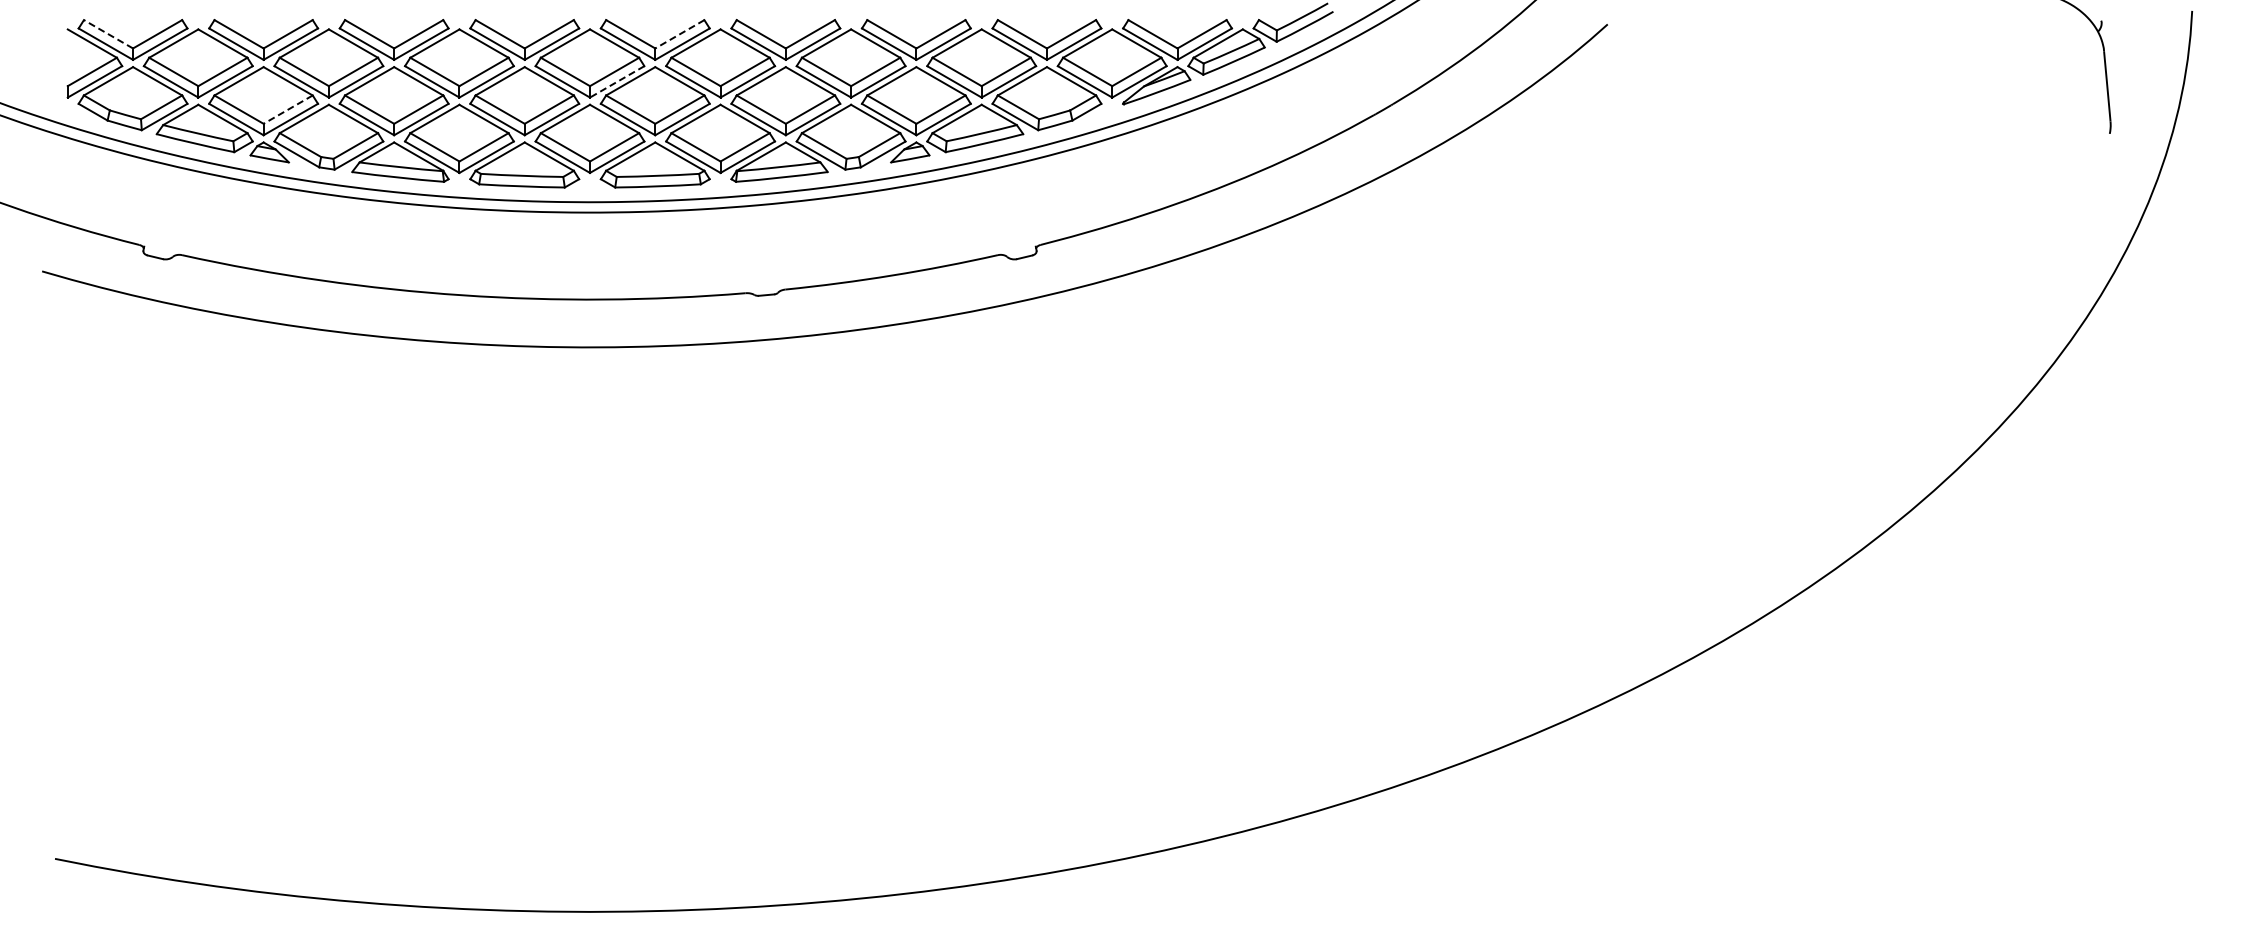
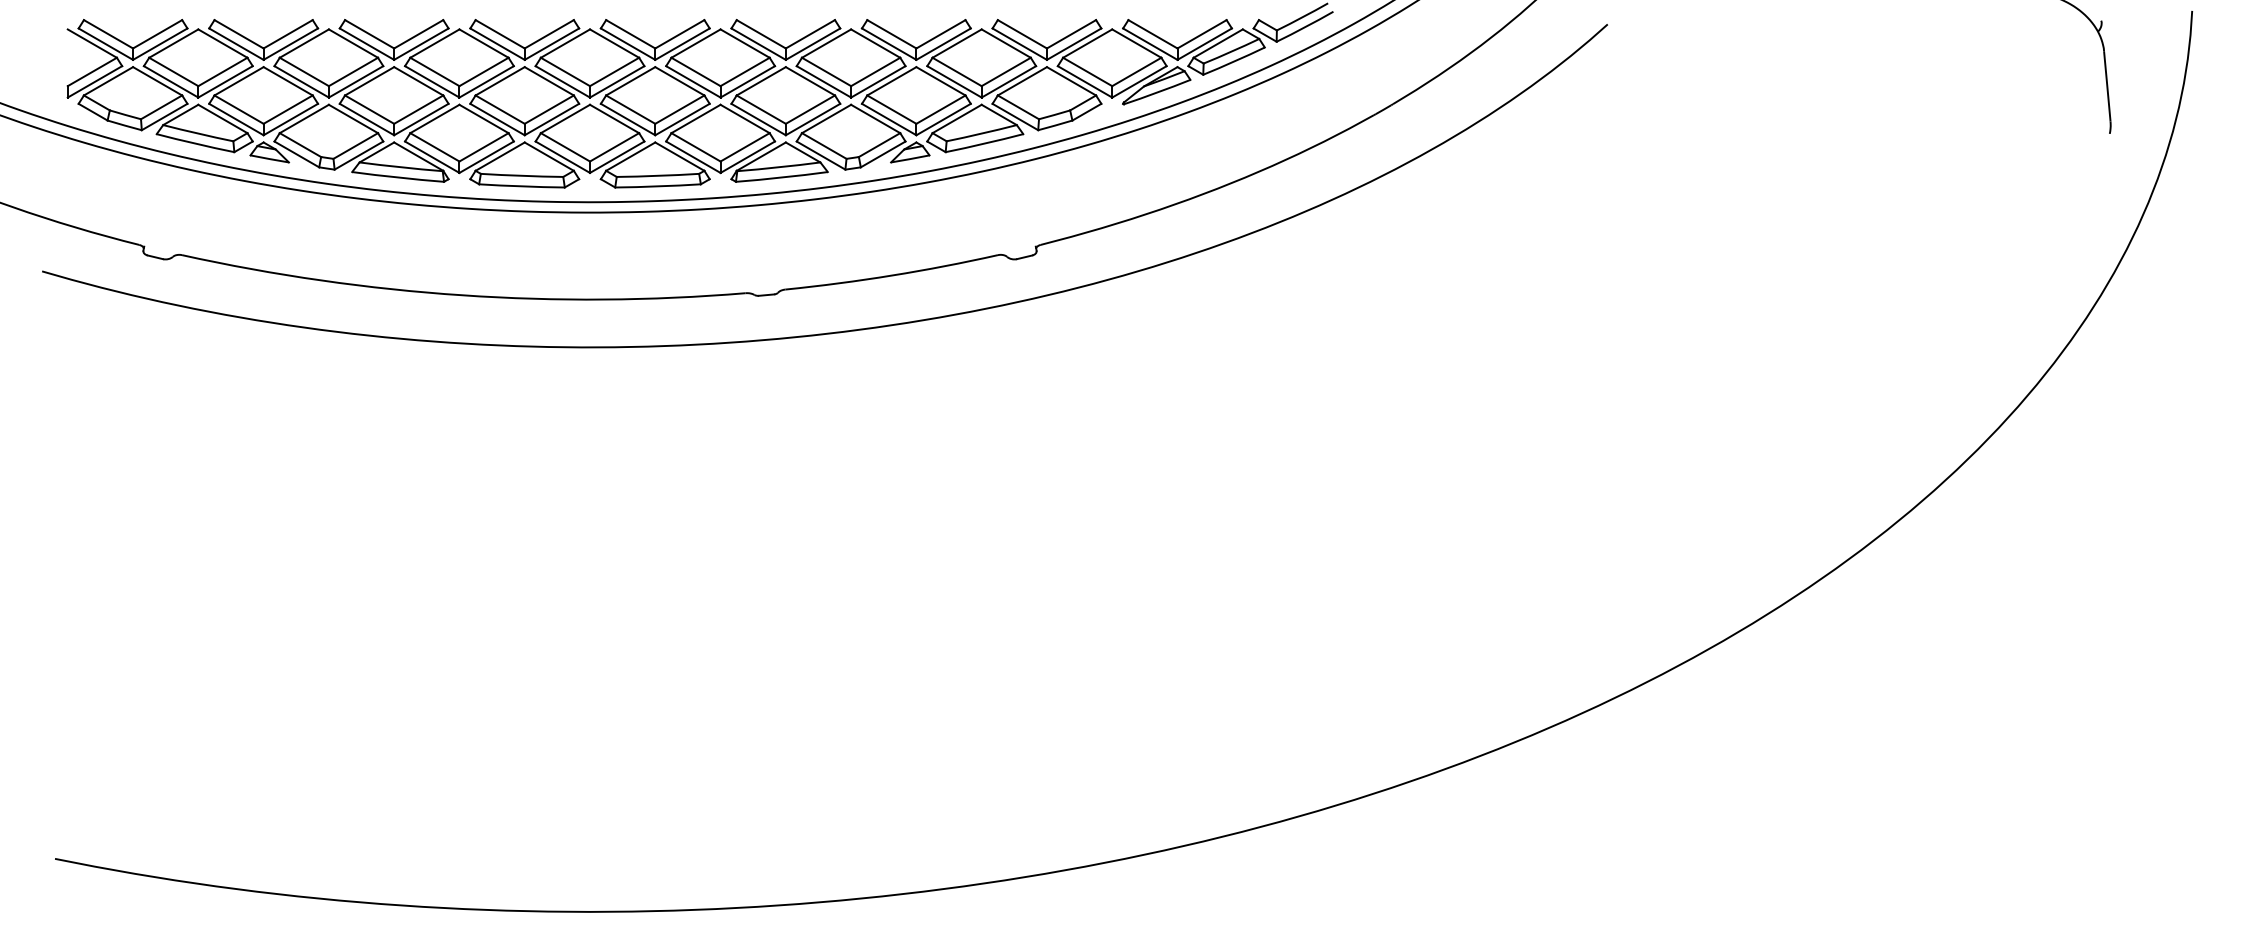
line at (108, 34): dashed -> solid
line at (679, 34): dashed -> solid
line at (616, 82): dashed -> solid
line at (287, 109): dashed -> solid
